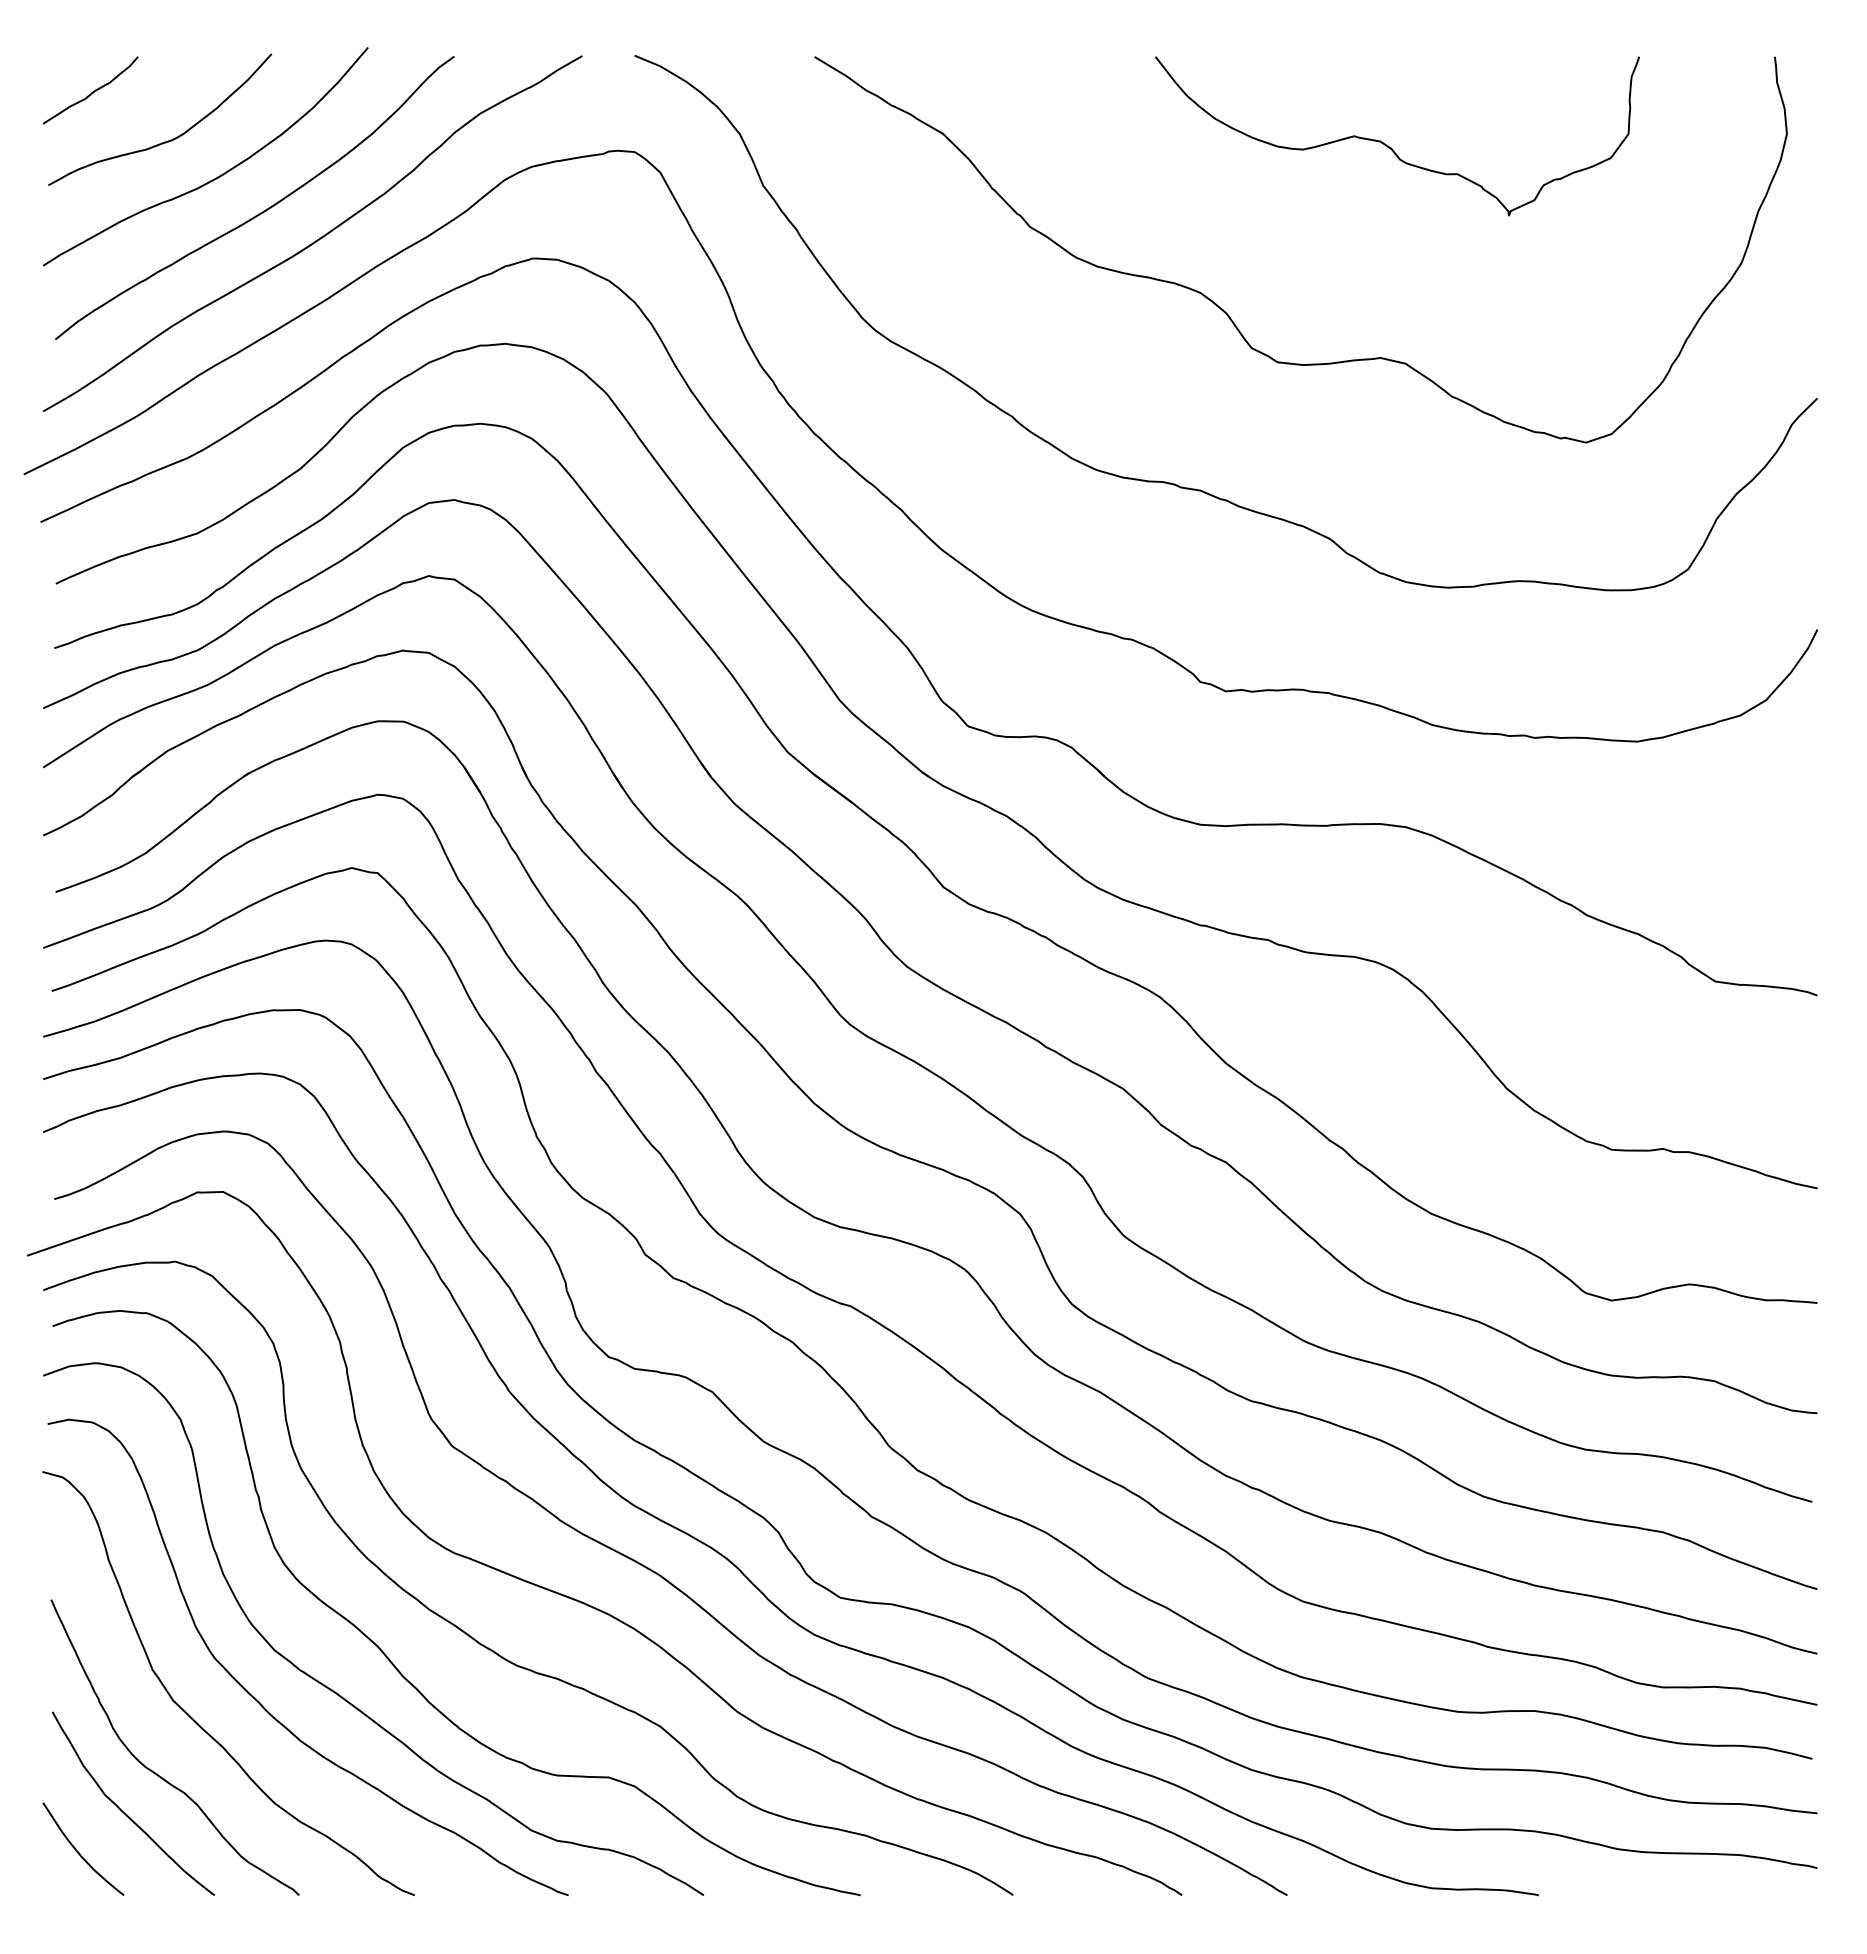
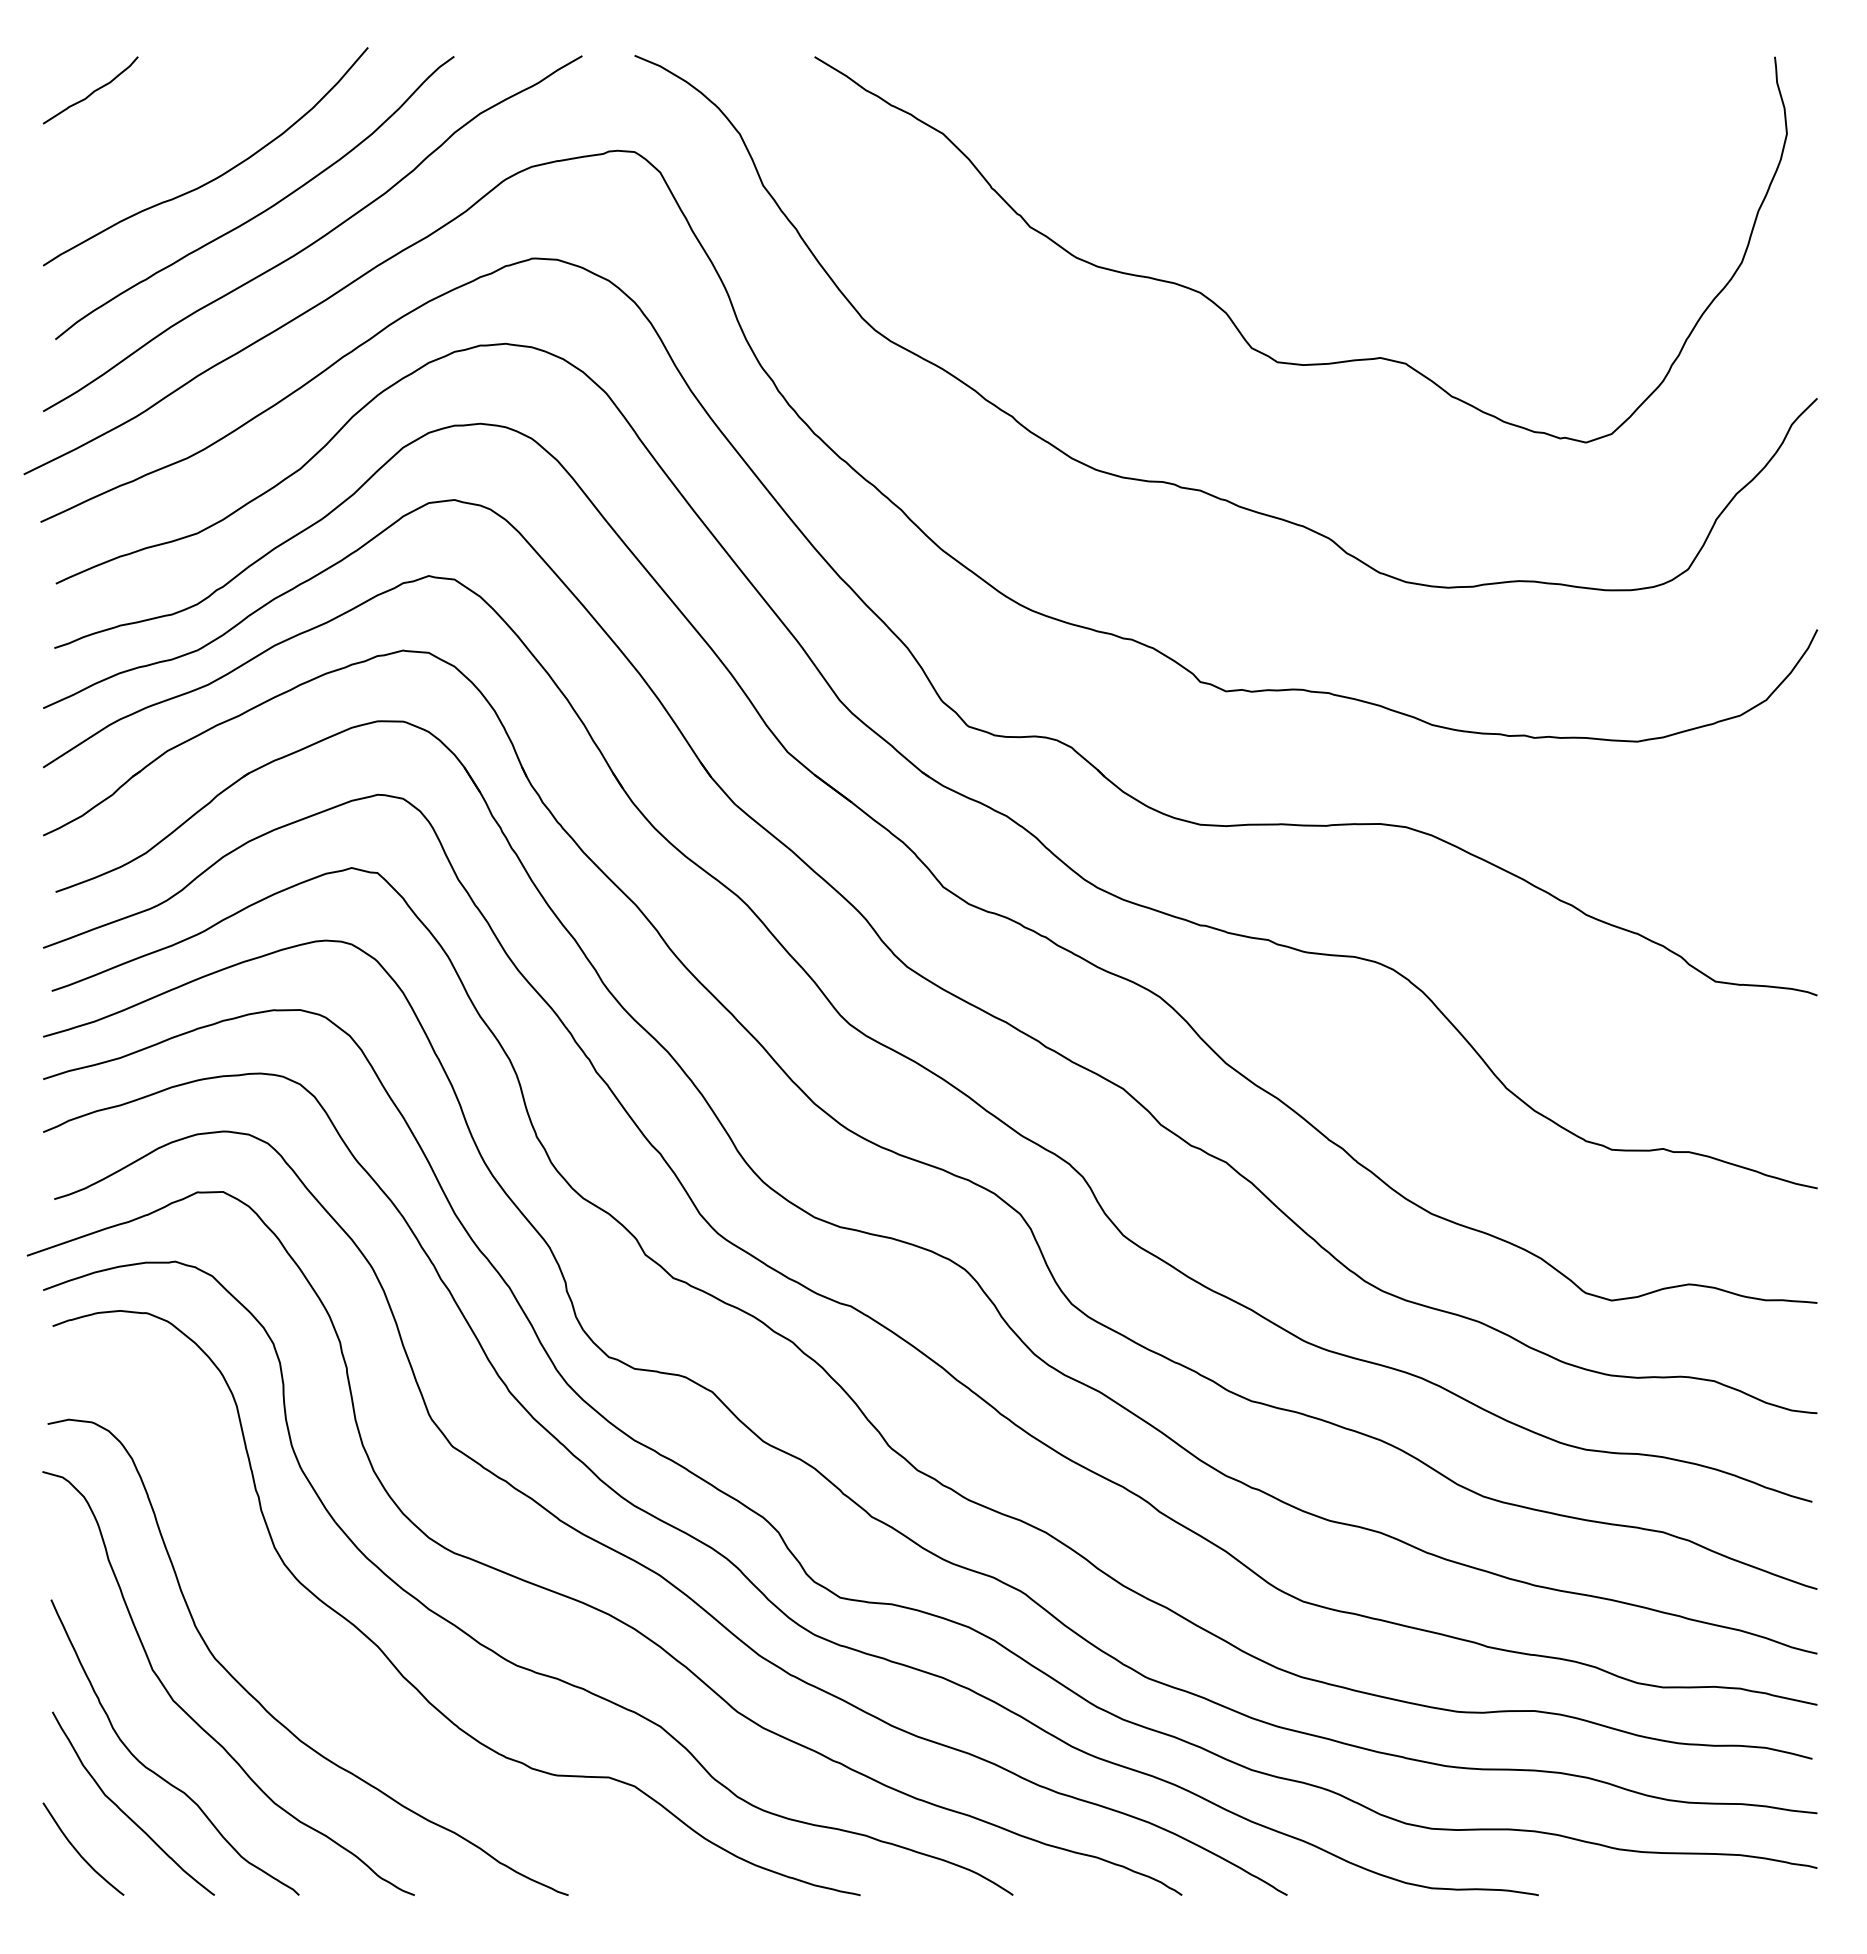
curve at (167, 140): present -> none
curve at (1391, 147): present -> none
curve at (332, 1689): present -> none
